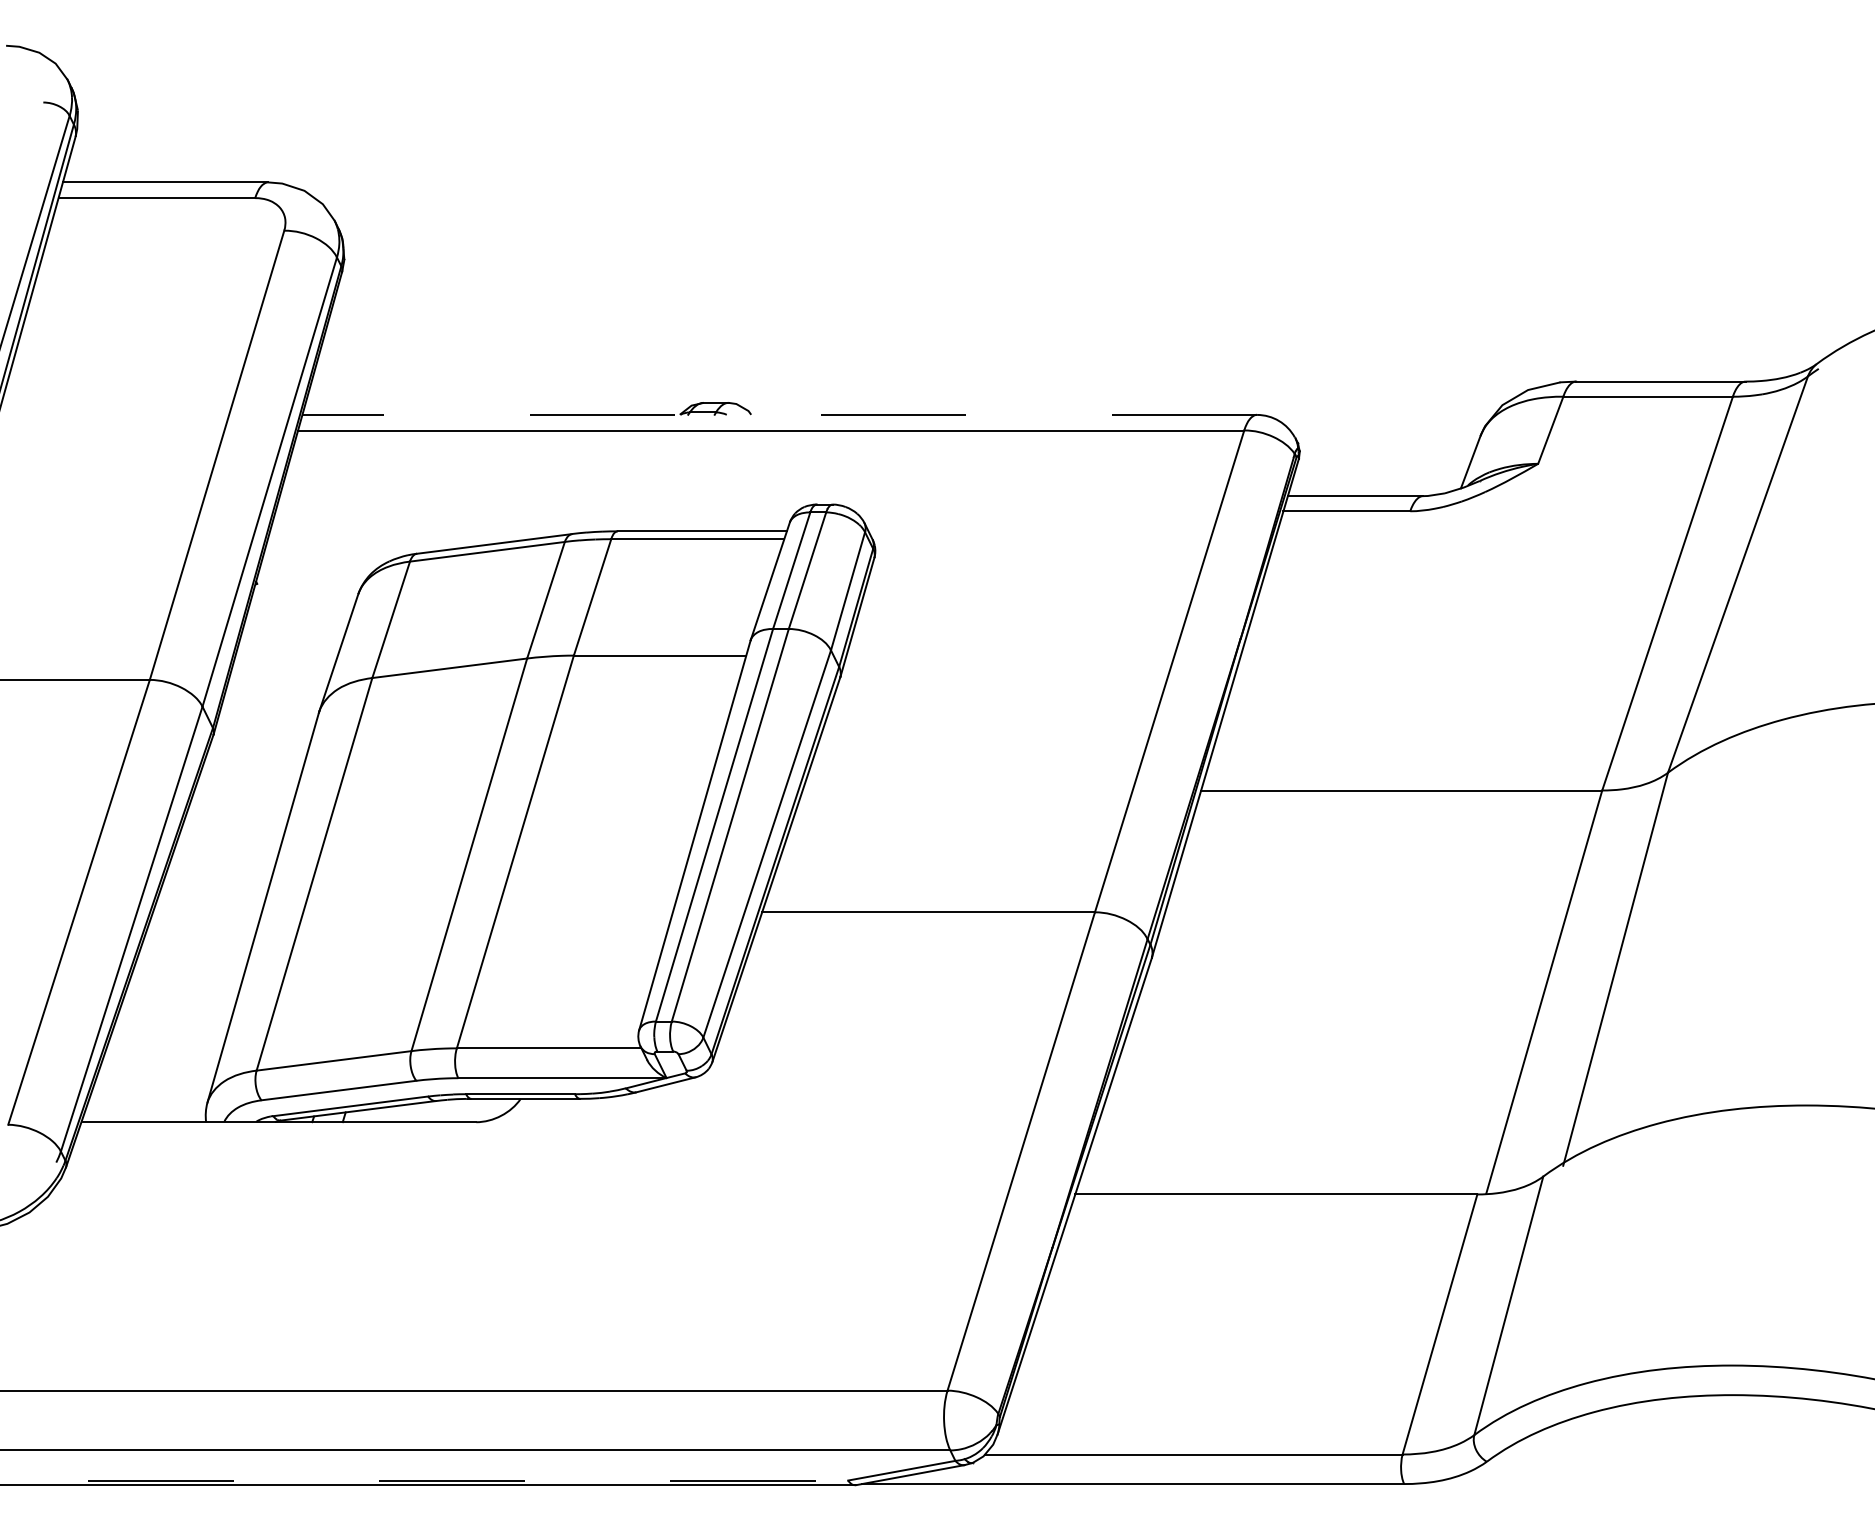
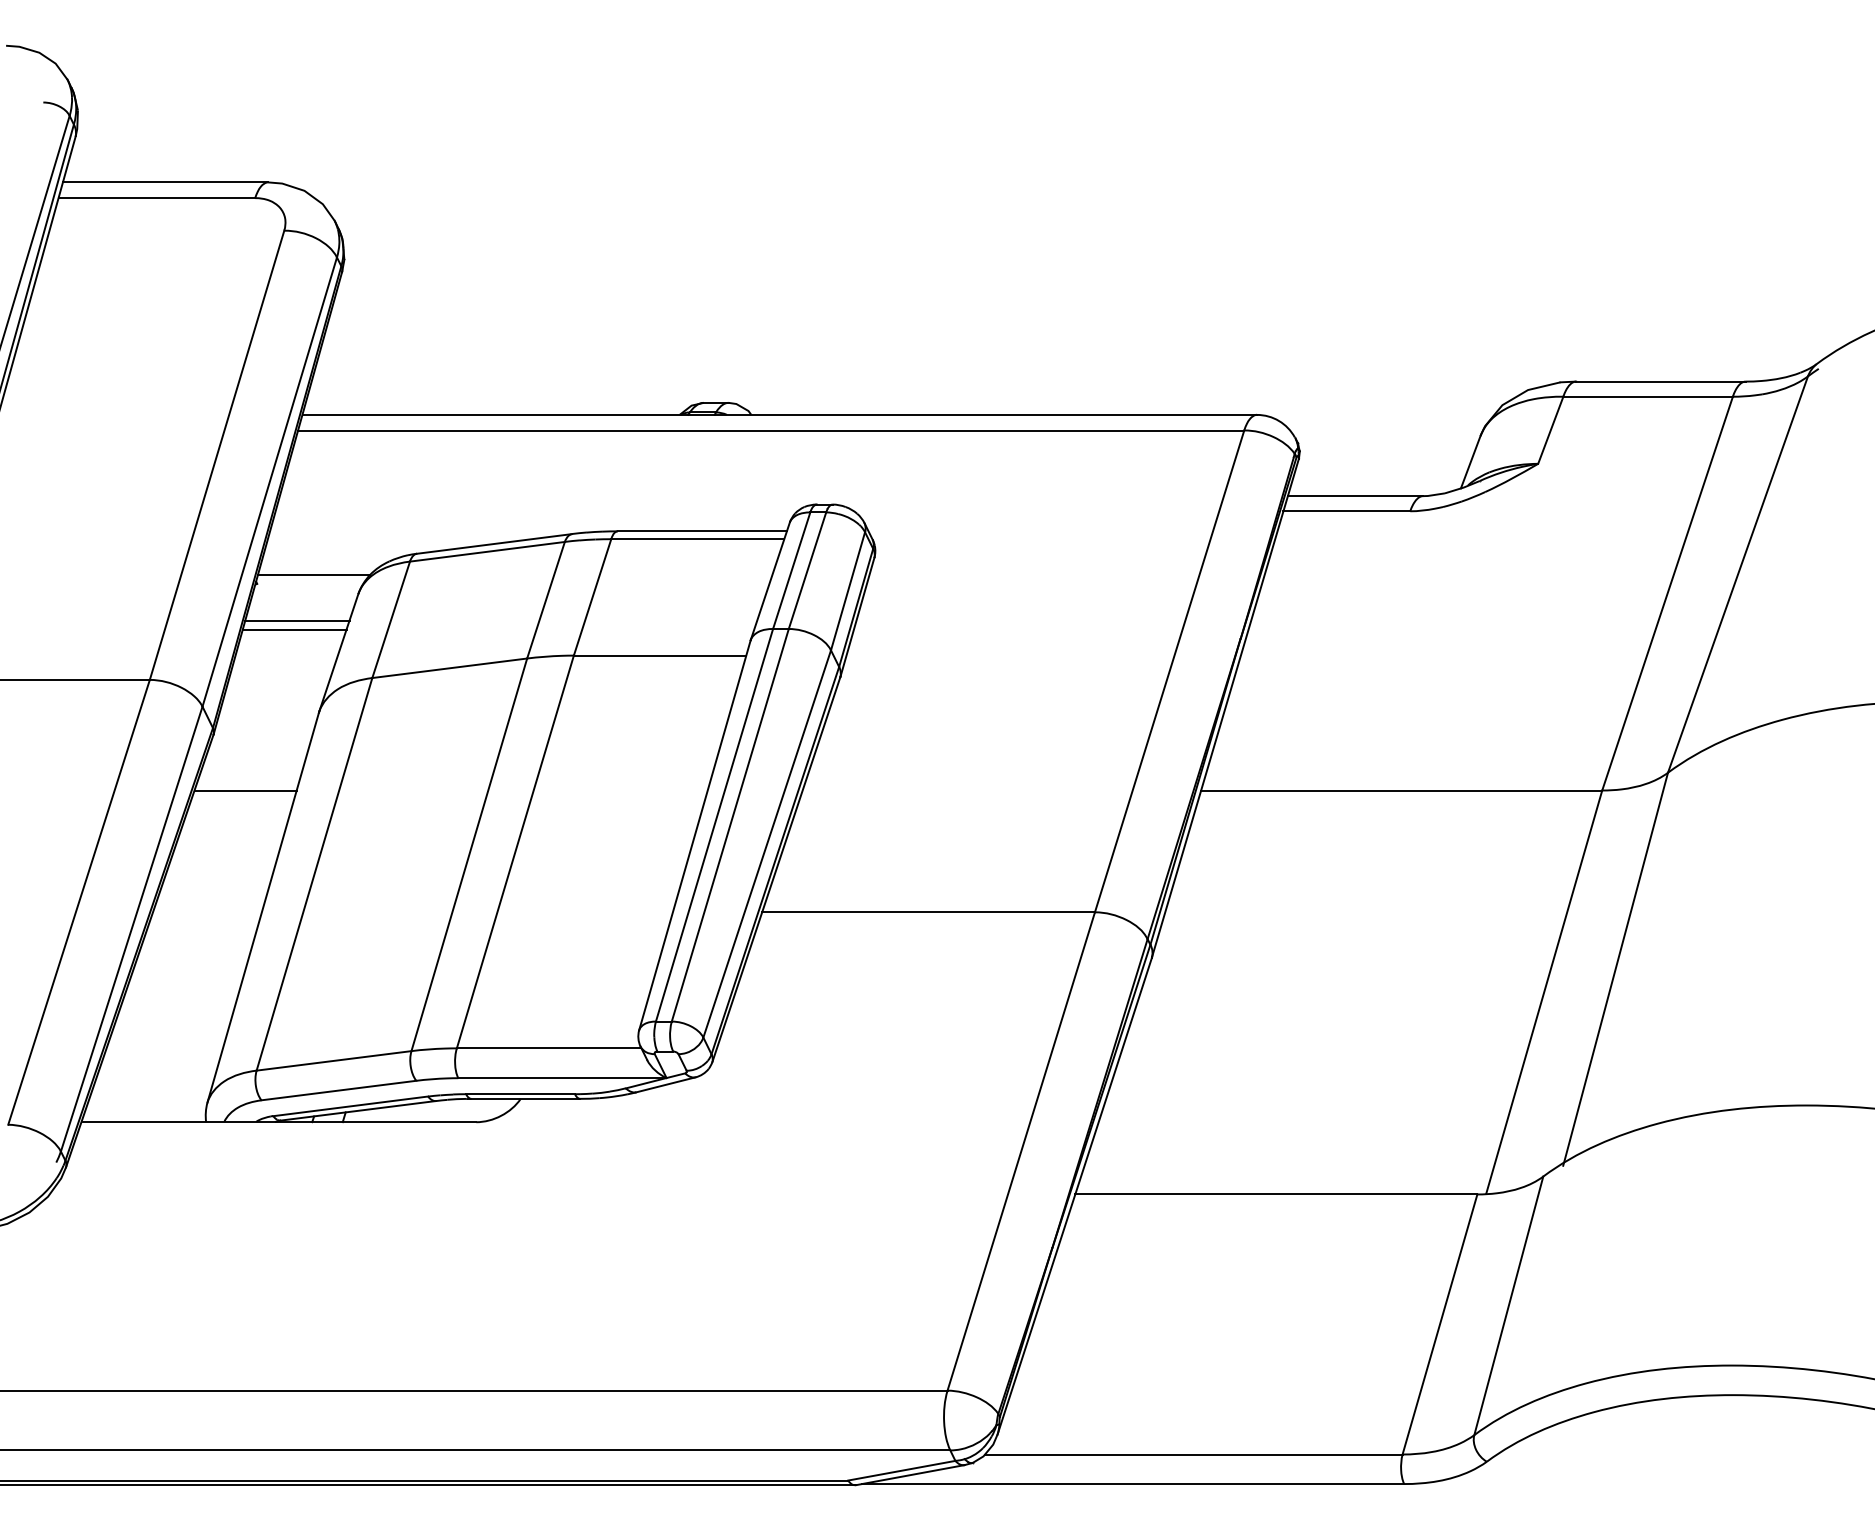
line at (779, 414): dashed -> solid
line at (313, 575): none -> present
line at (297, 620): none -> present
line at (294, 629): none -> present
line at (245, 790): none -> present
line at (424, 1480): dashed -> solid
